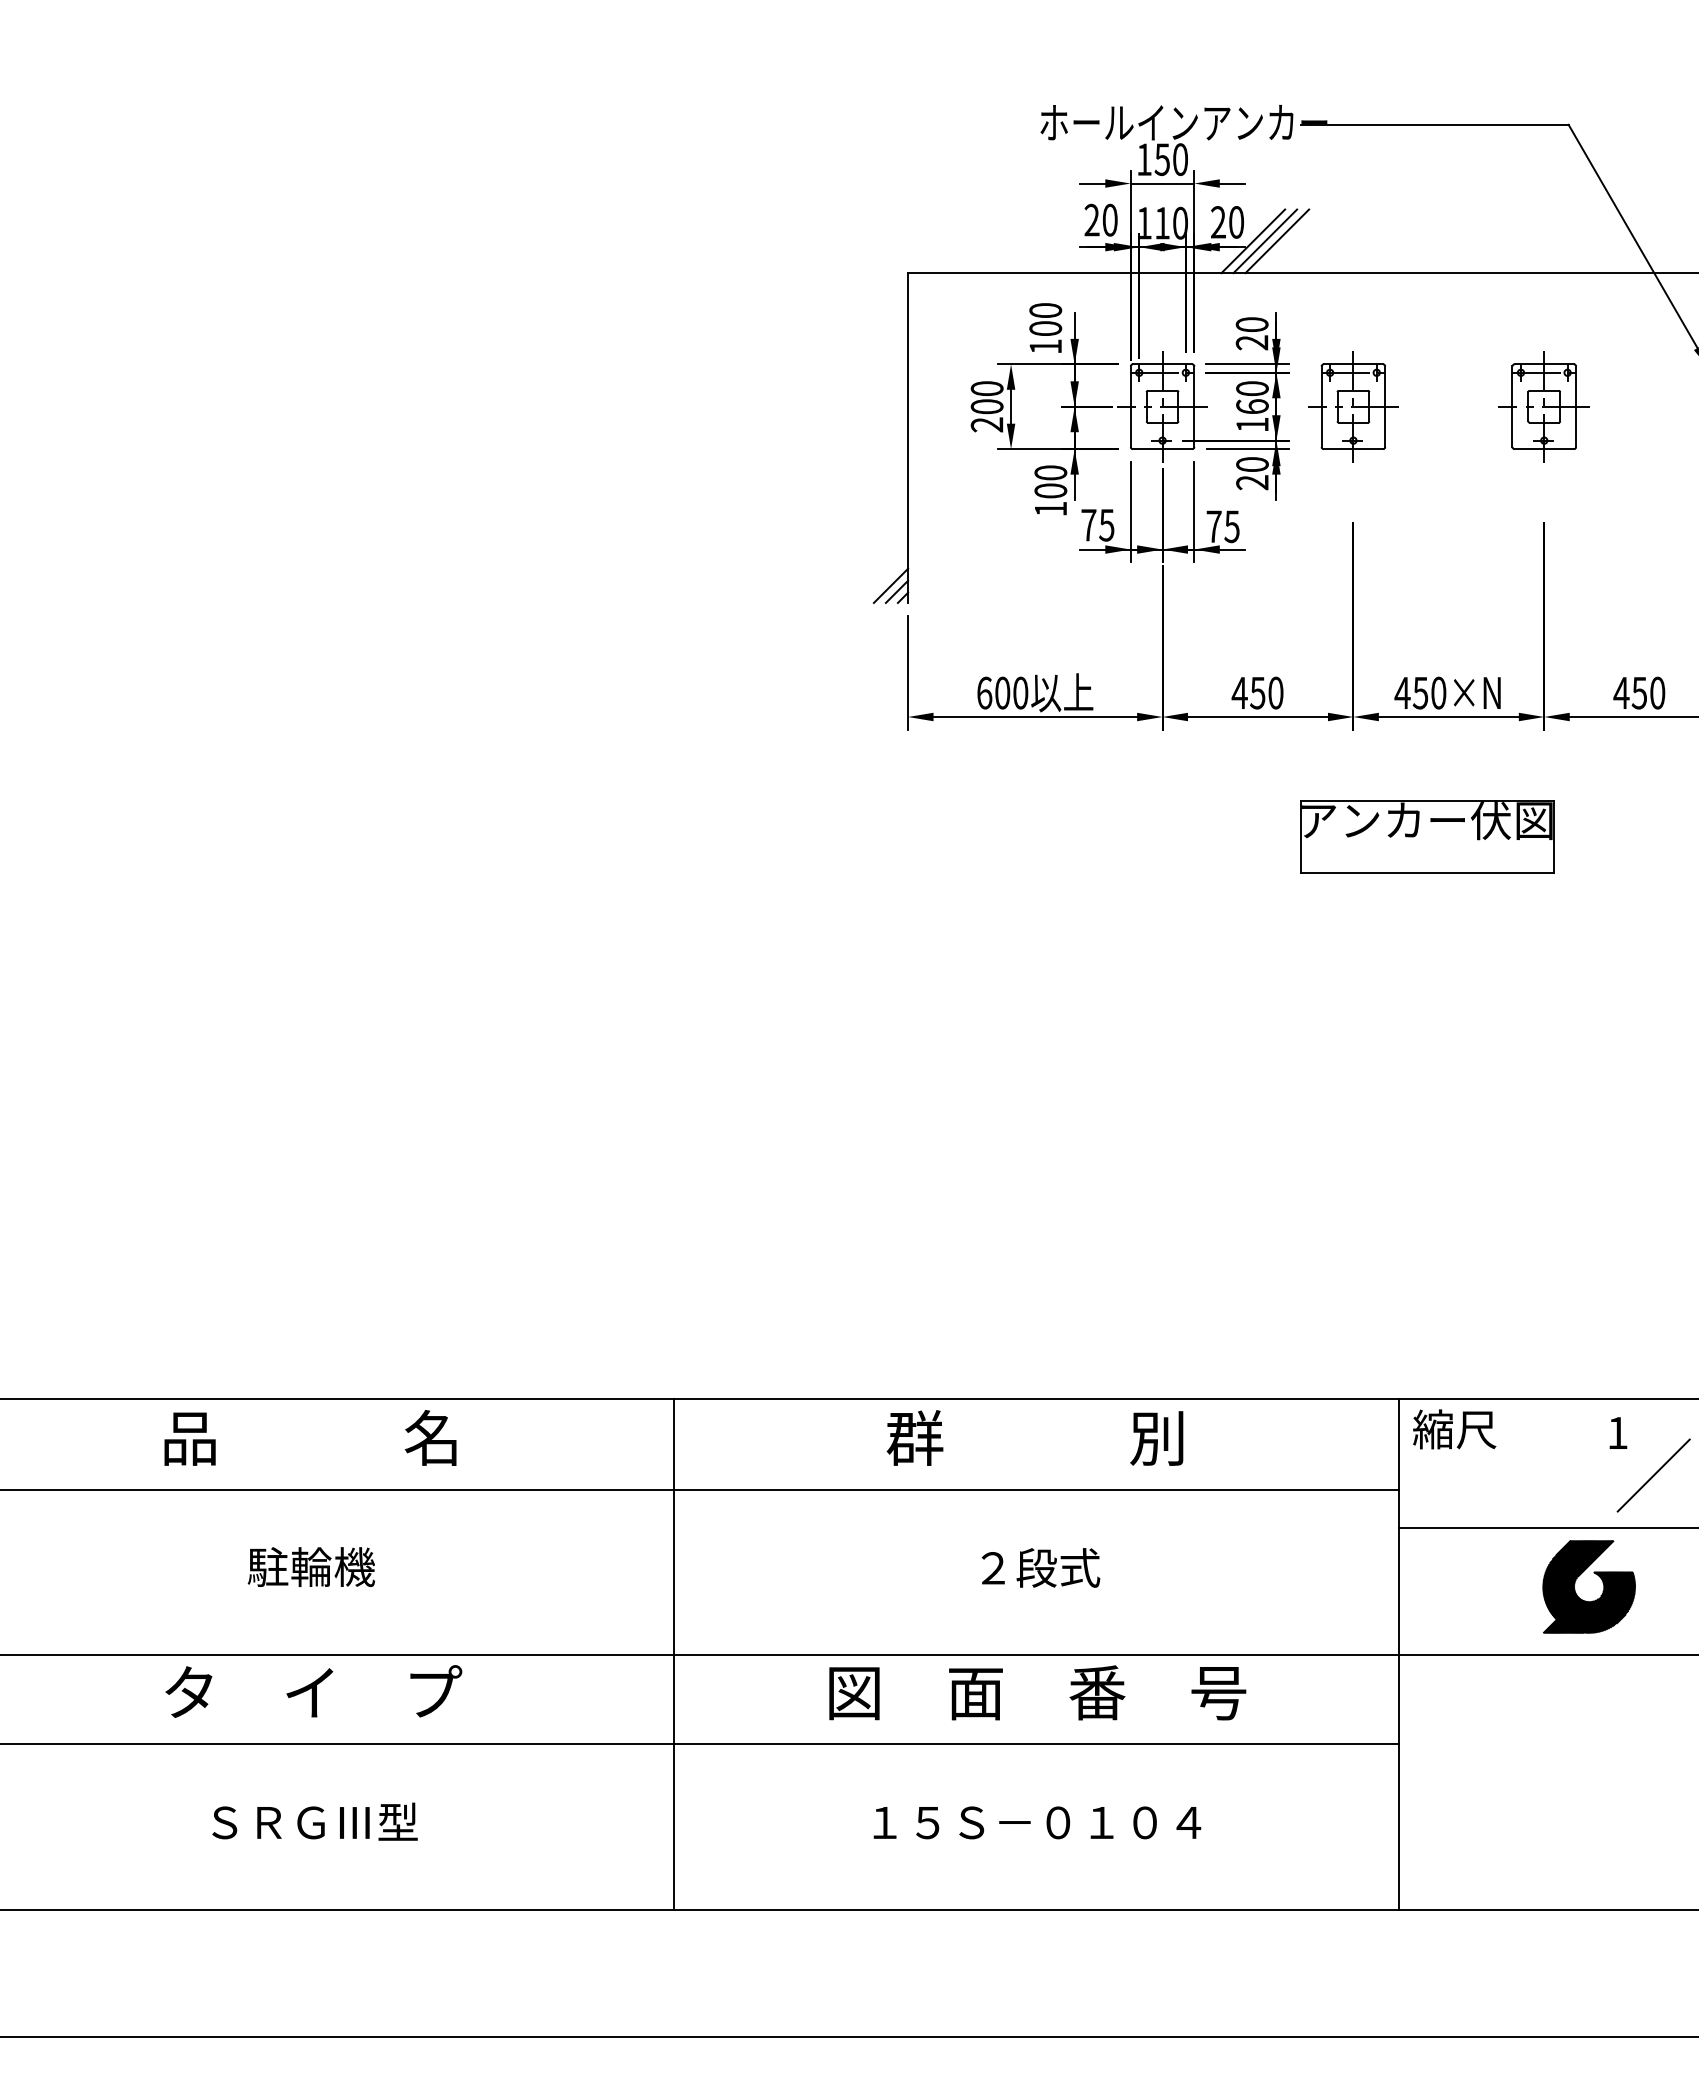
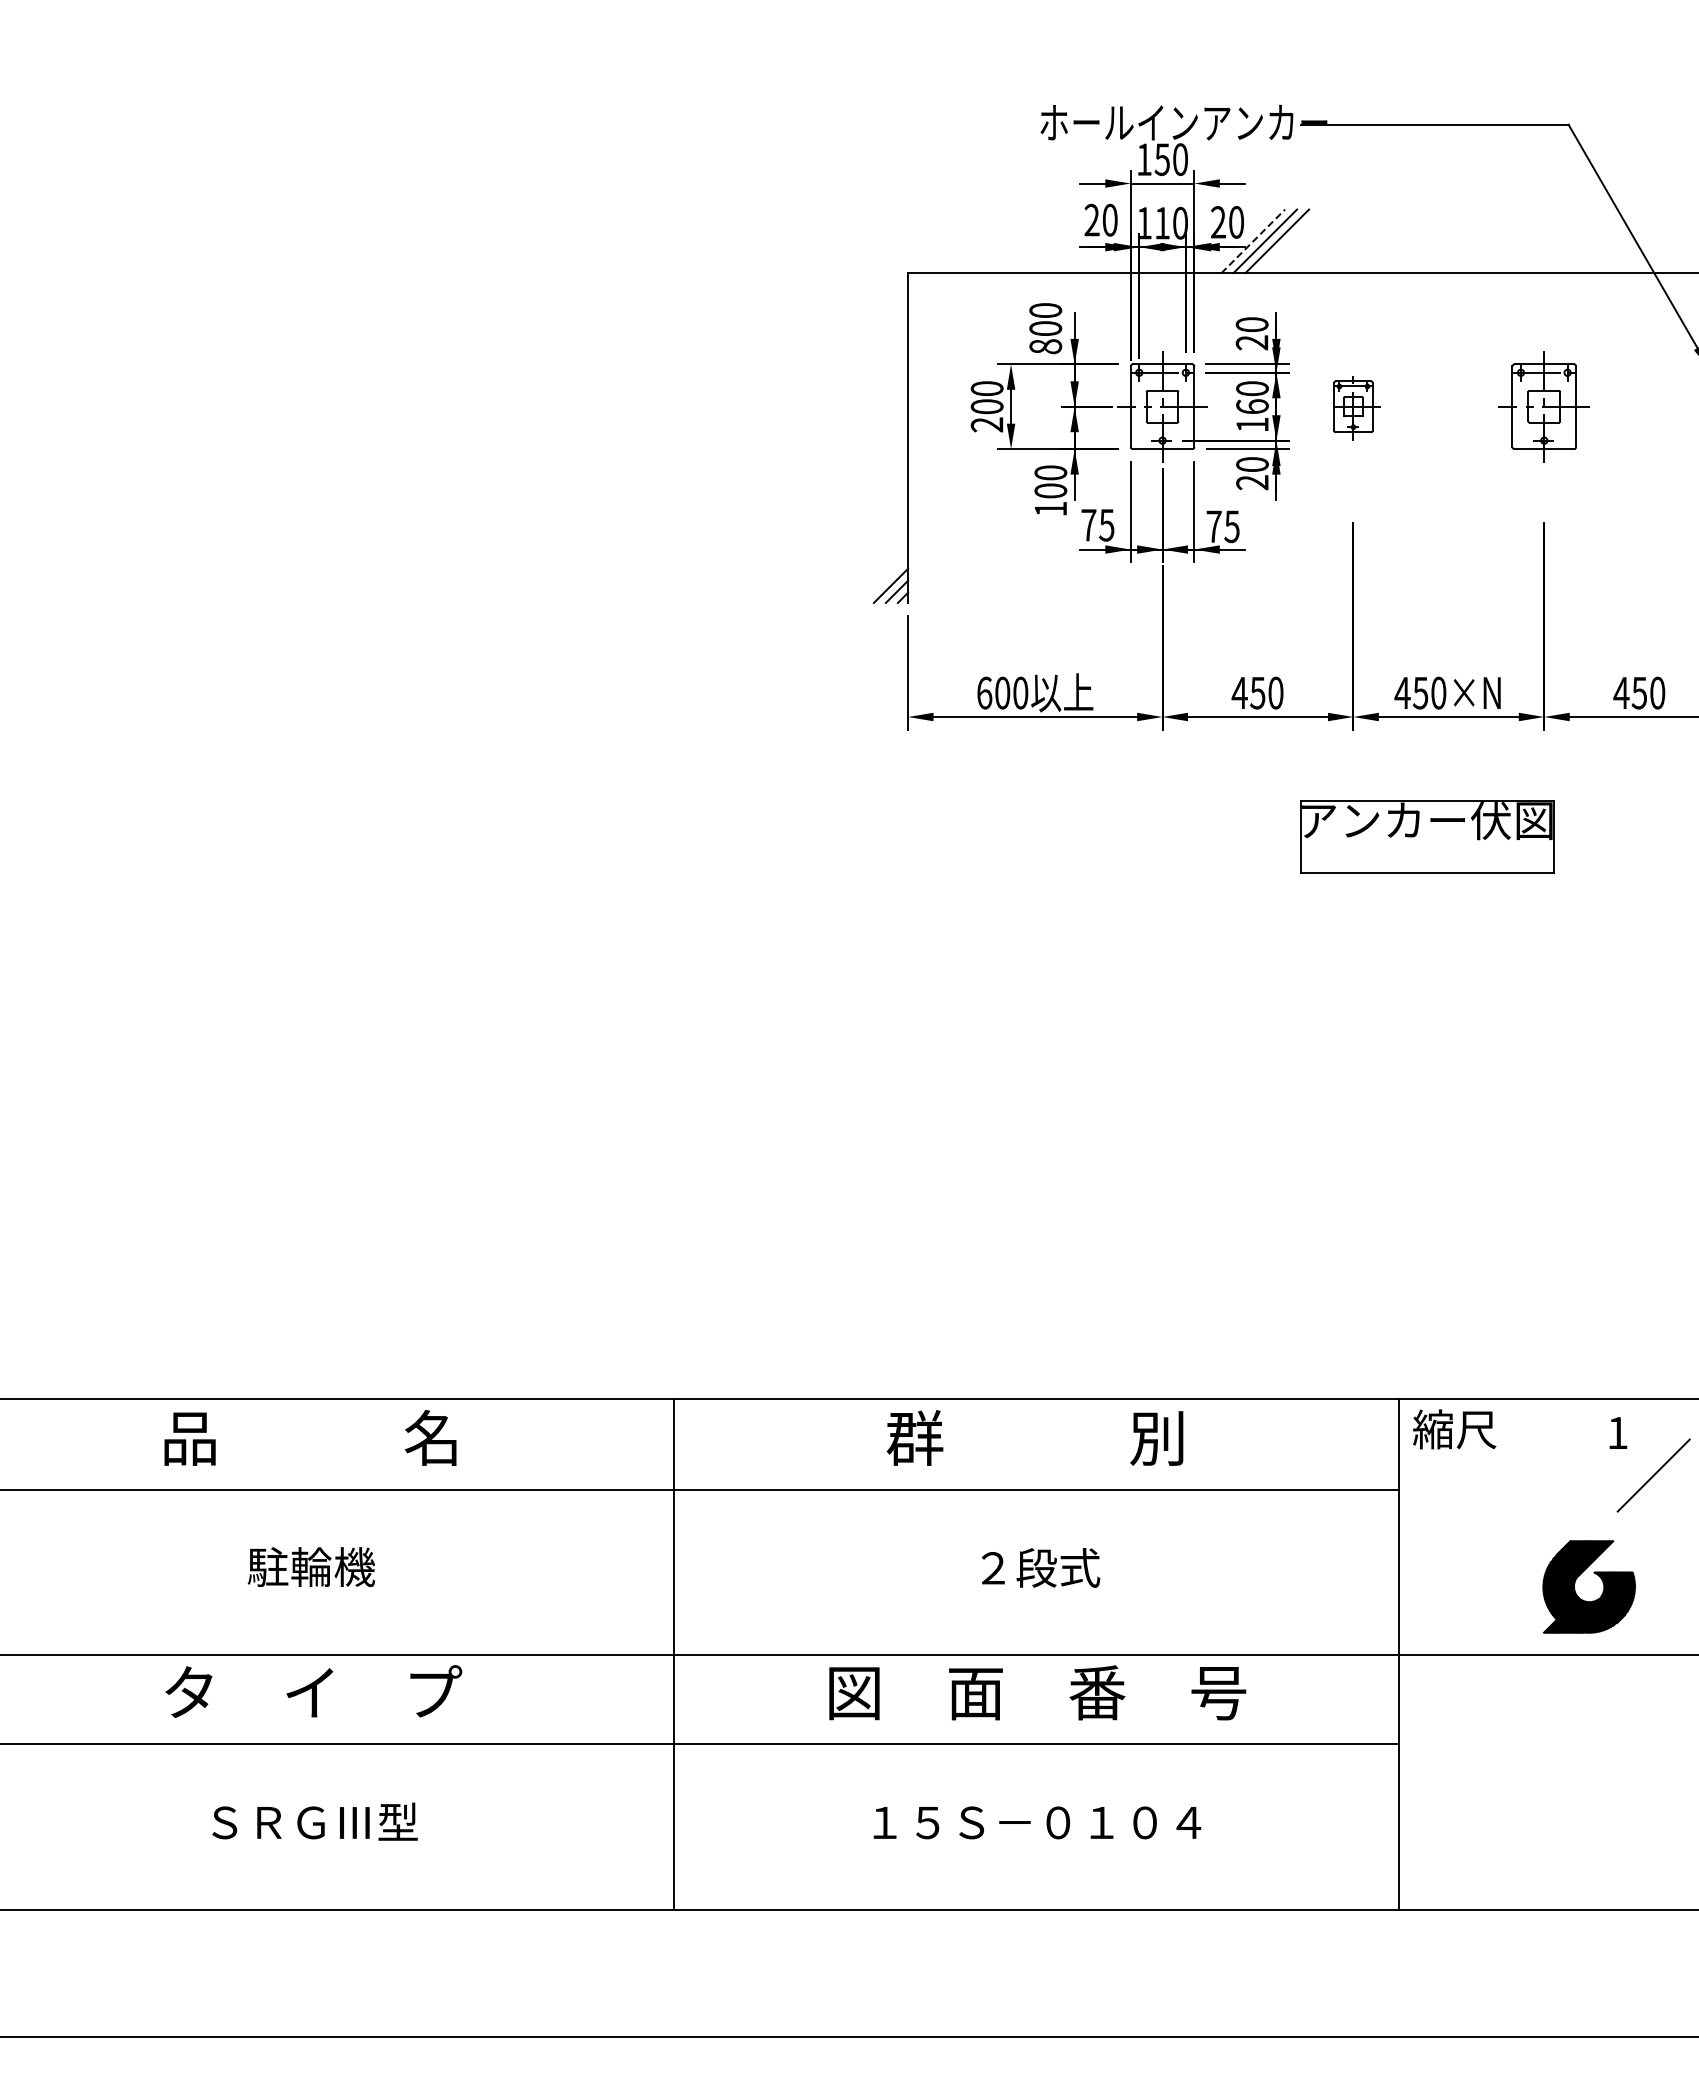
line at (1253, 241): solid -> dashed
text at (1045, 346): 100 -> 800
part at (1353, 406) size: 91x112 px -> 48x65 px
line at (1547, 1528): present -> none
